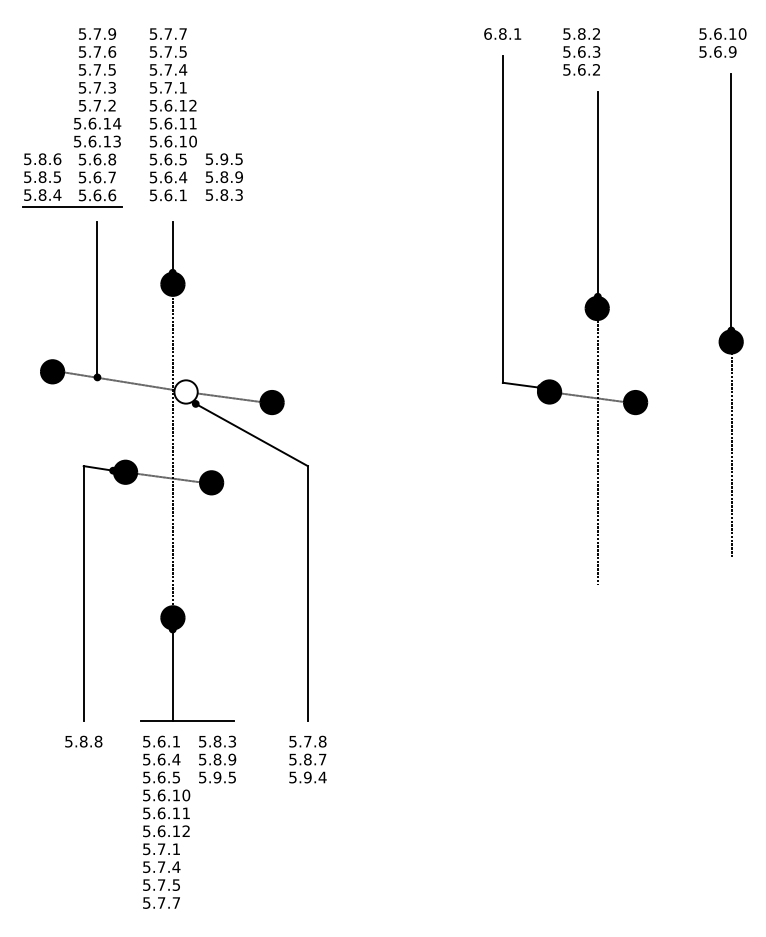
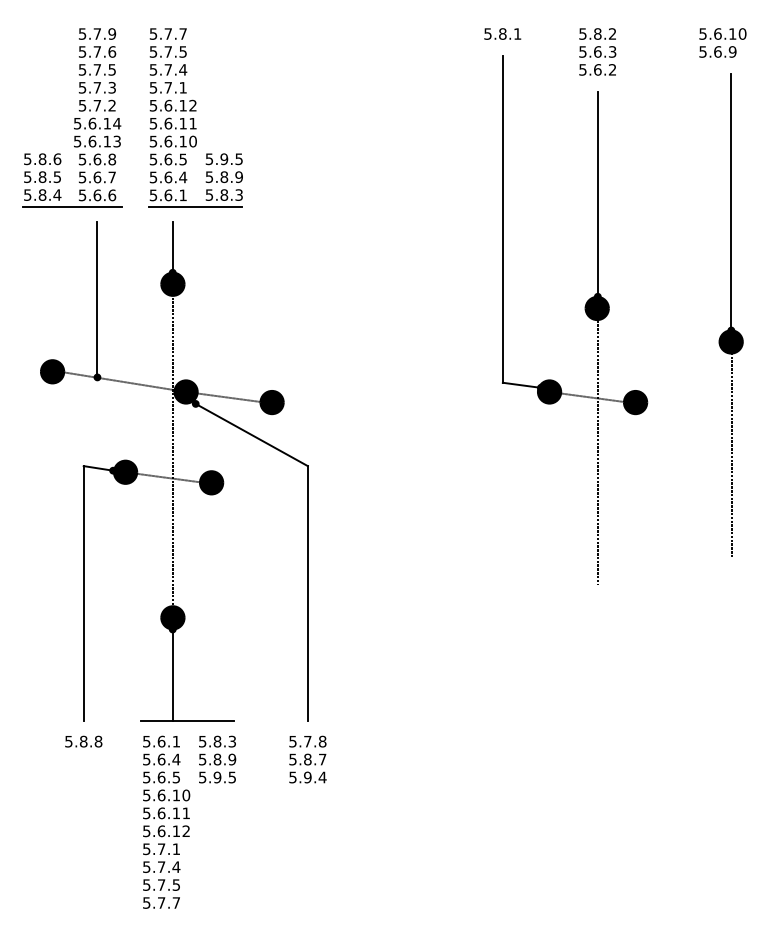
text at (487, 33): 6.8.1 -> 5.8.1
text at (581, 51) position: (581, 51) -> (597, 51)
line at (195, 207): none -> present
fill at (185, 391): none -> present
